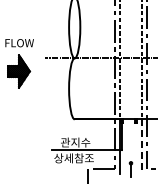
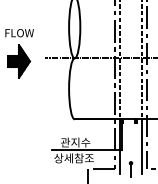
part at (19, 63) position: (19, 63) -> (19, 53)
line at (142, 146): dashed -> solid
